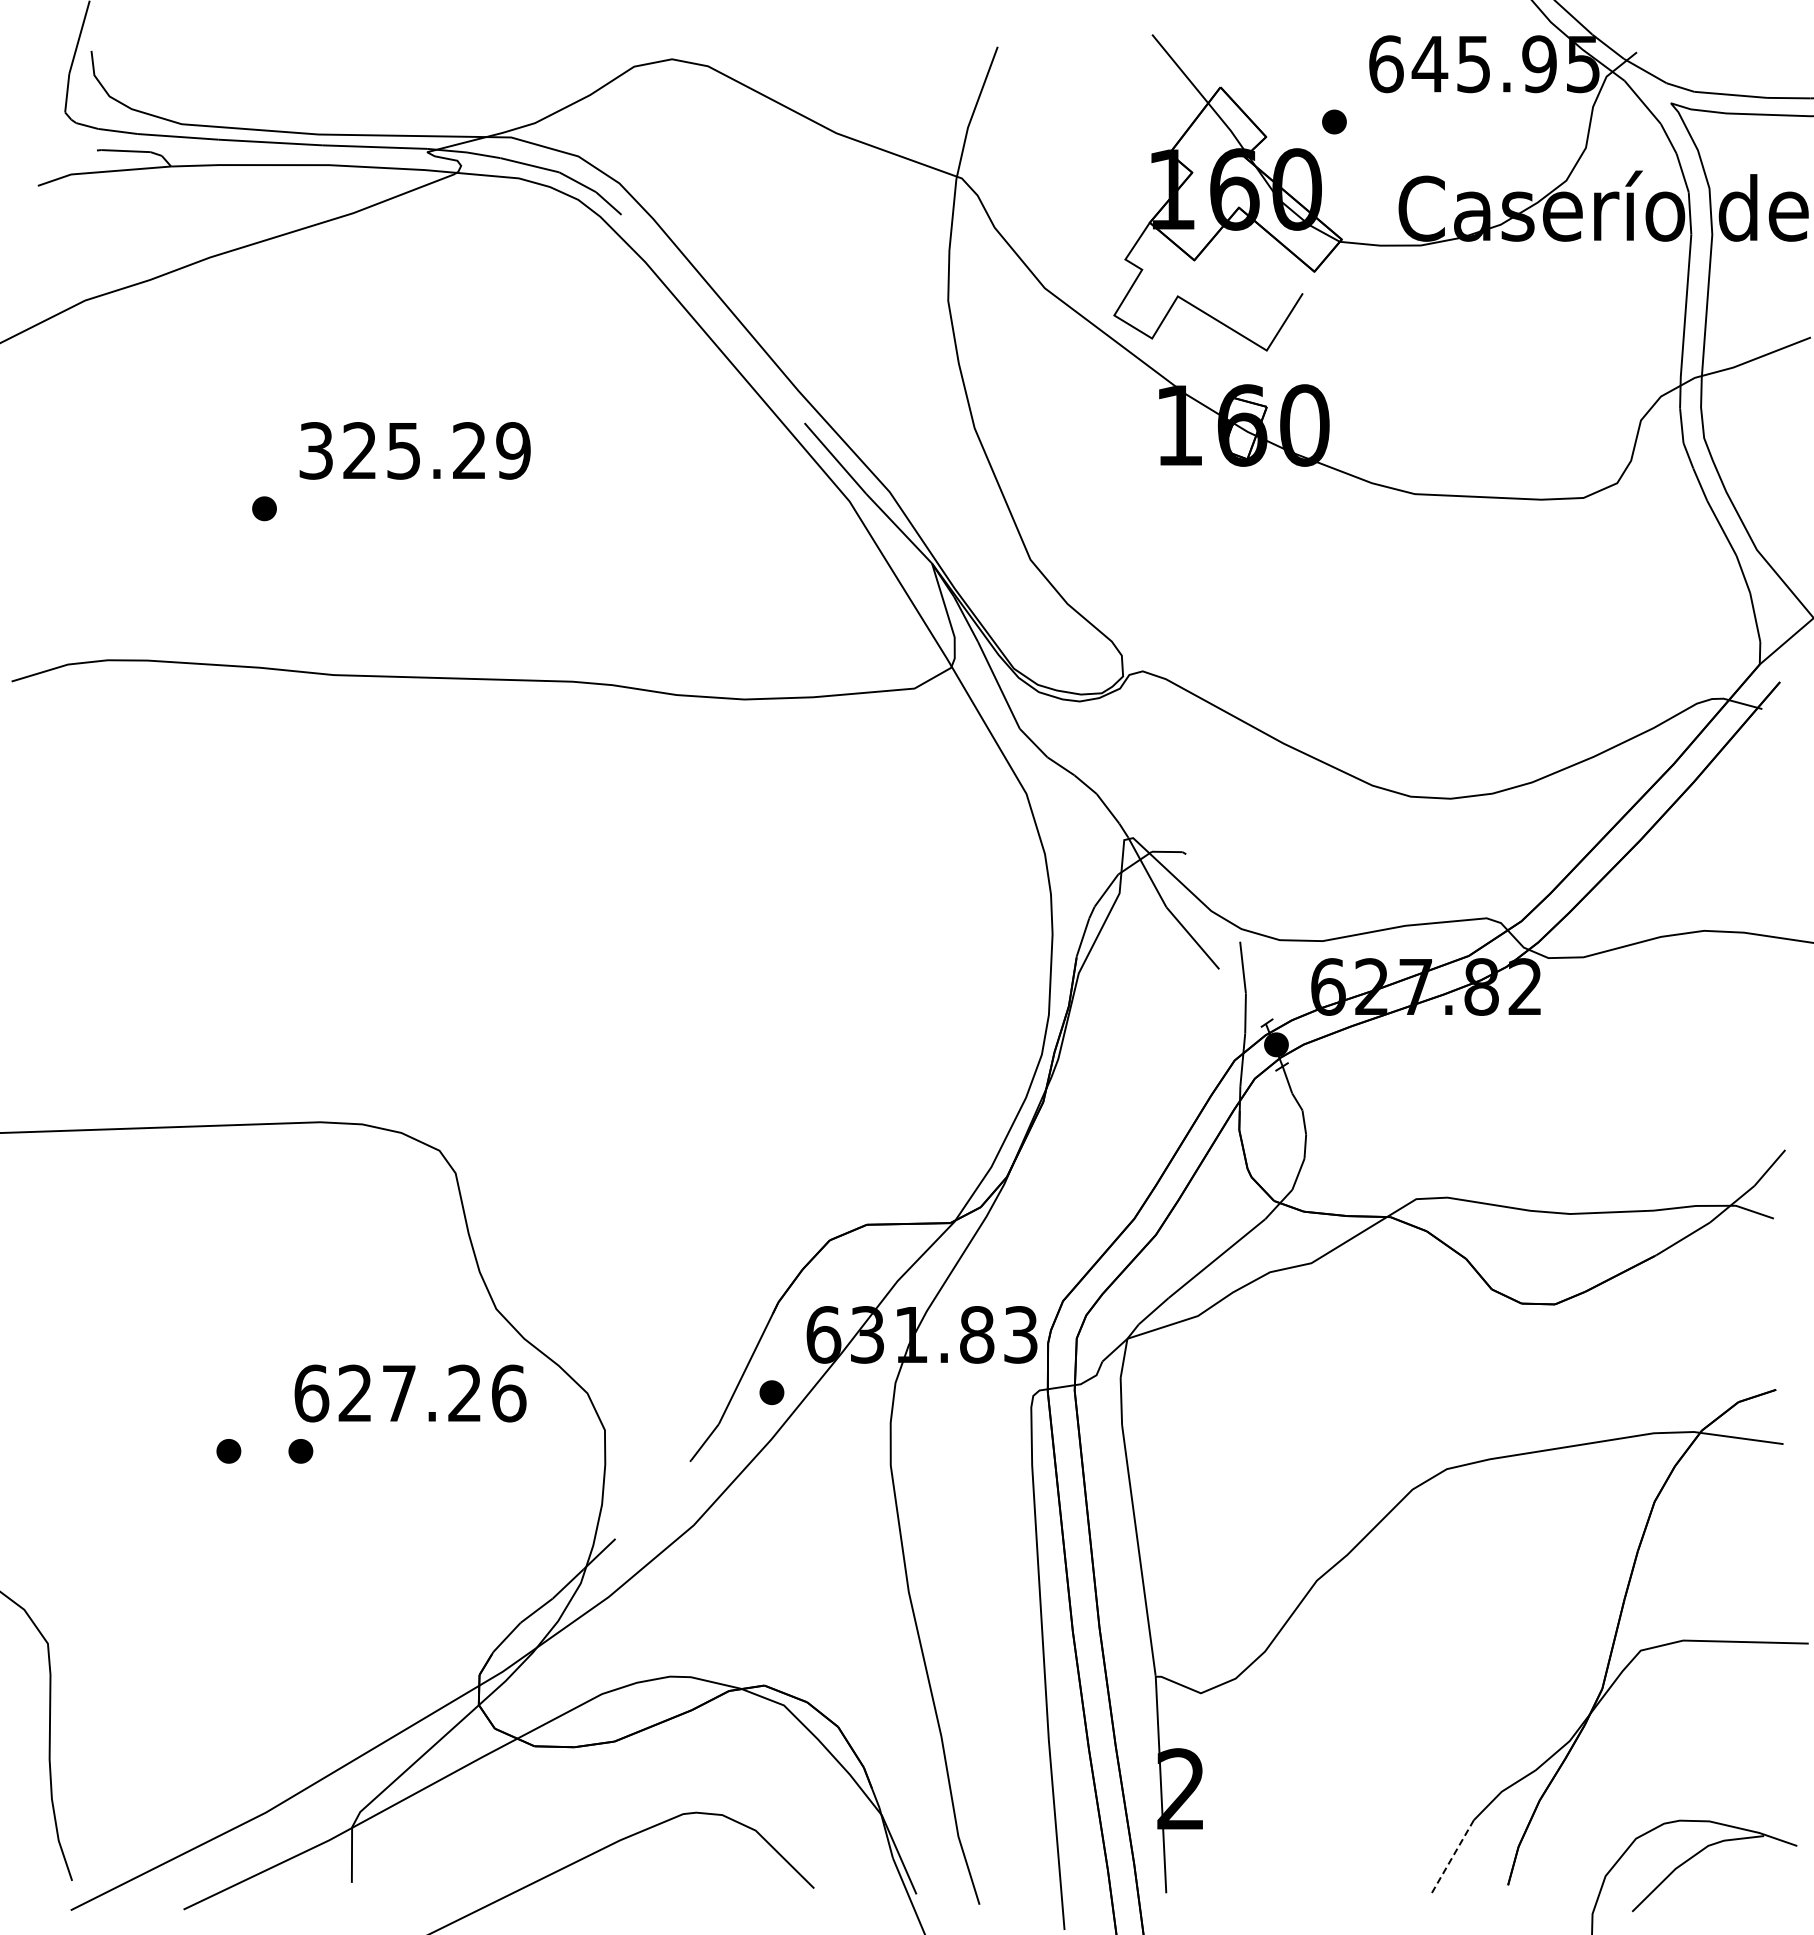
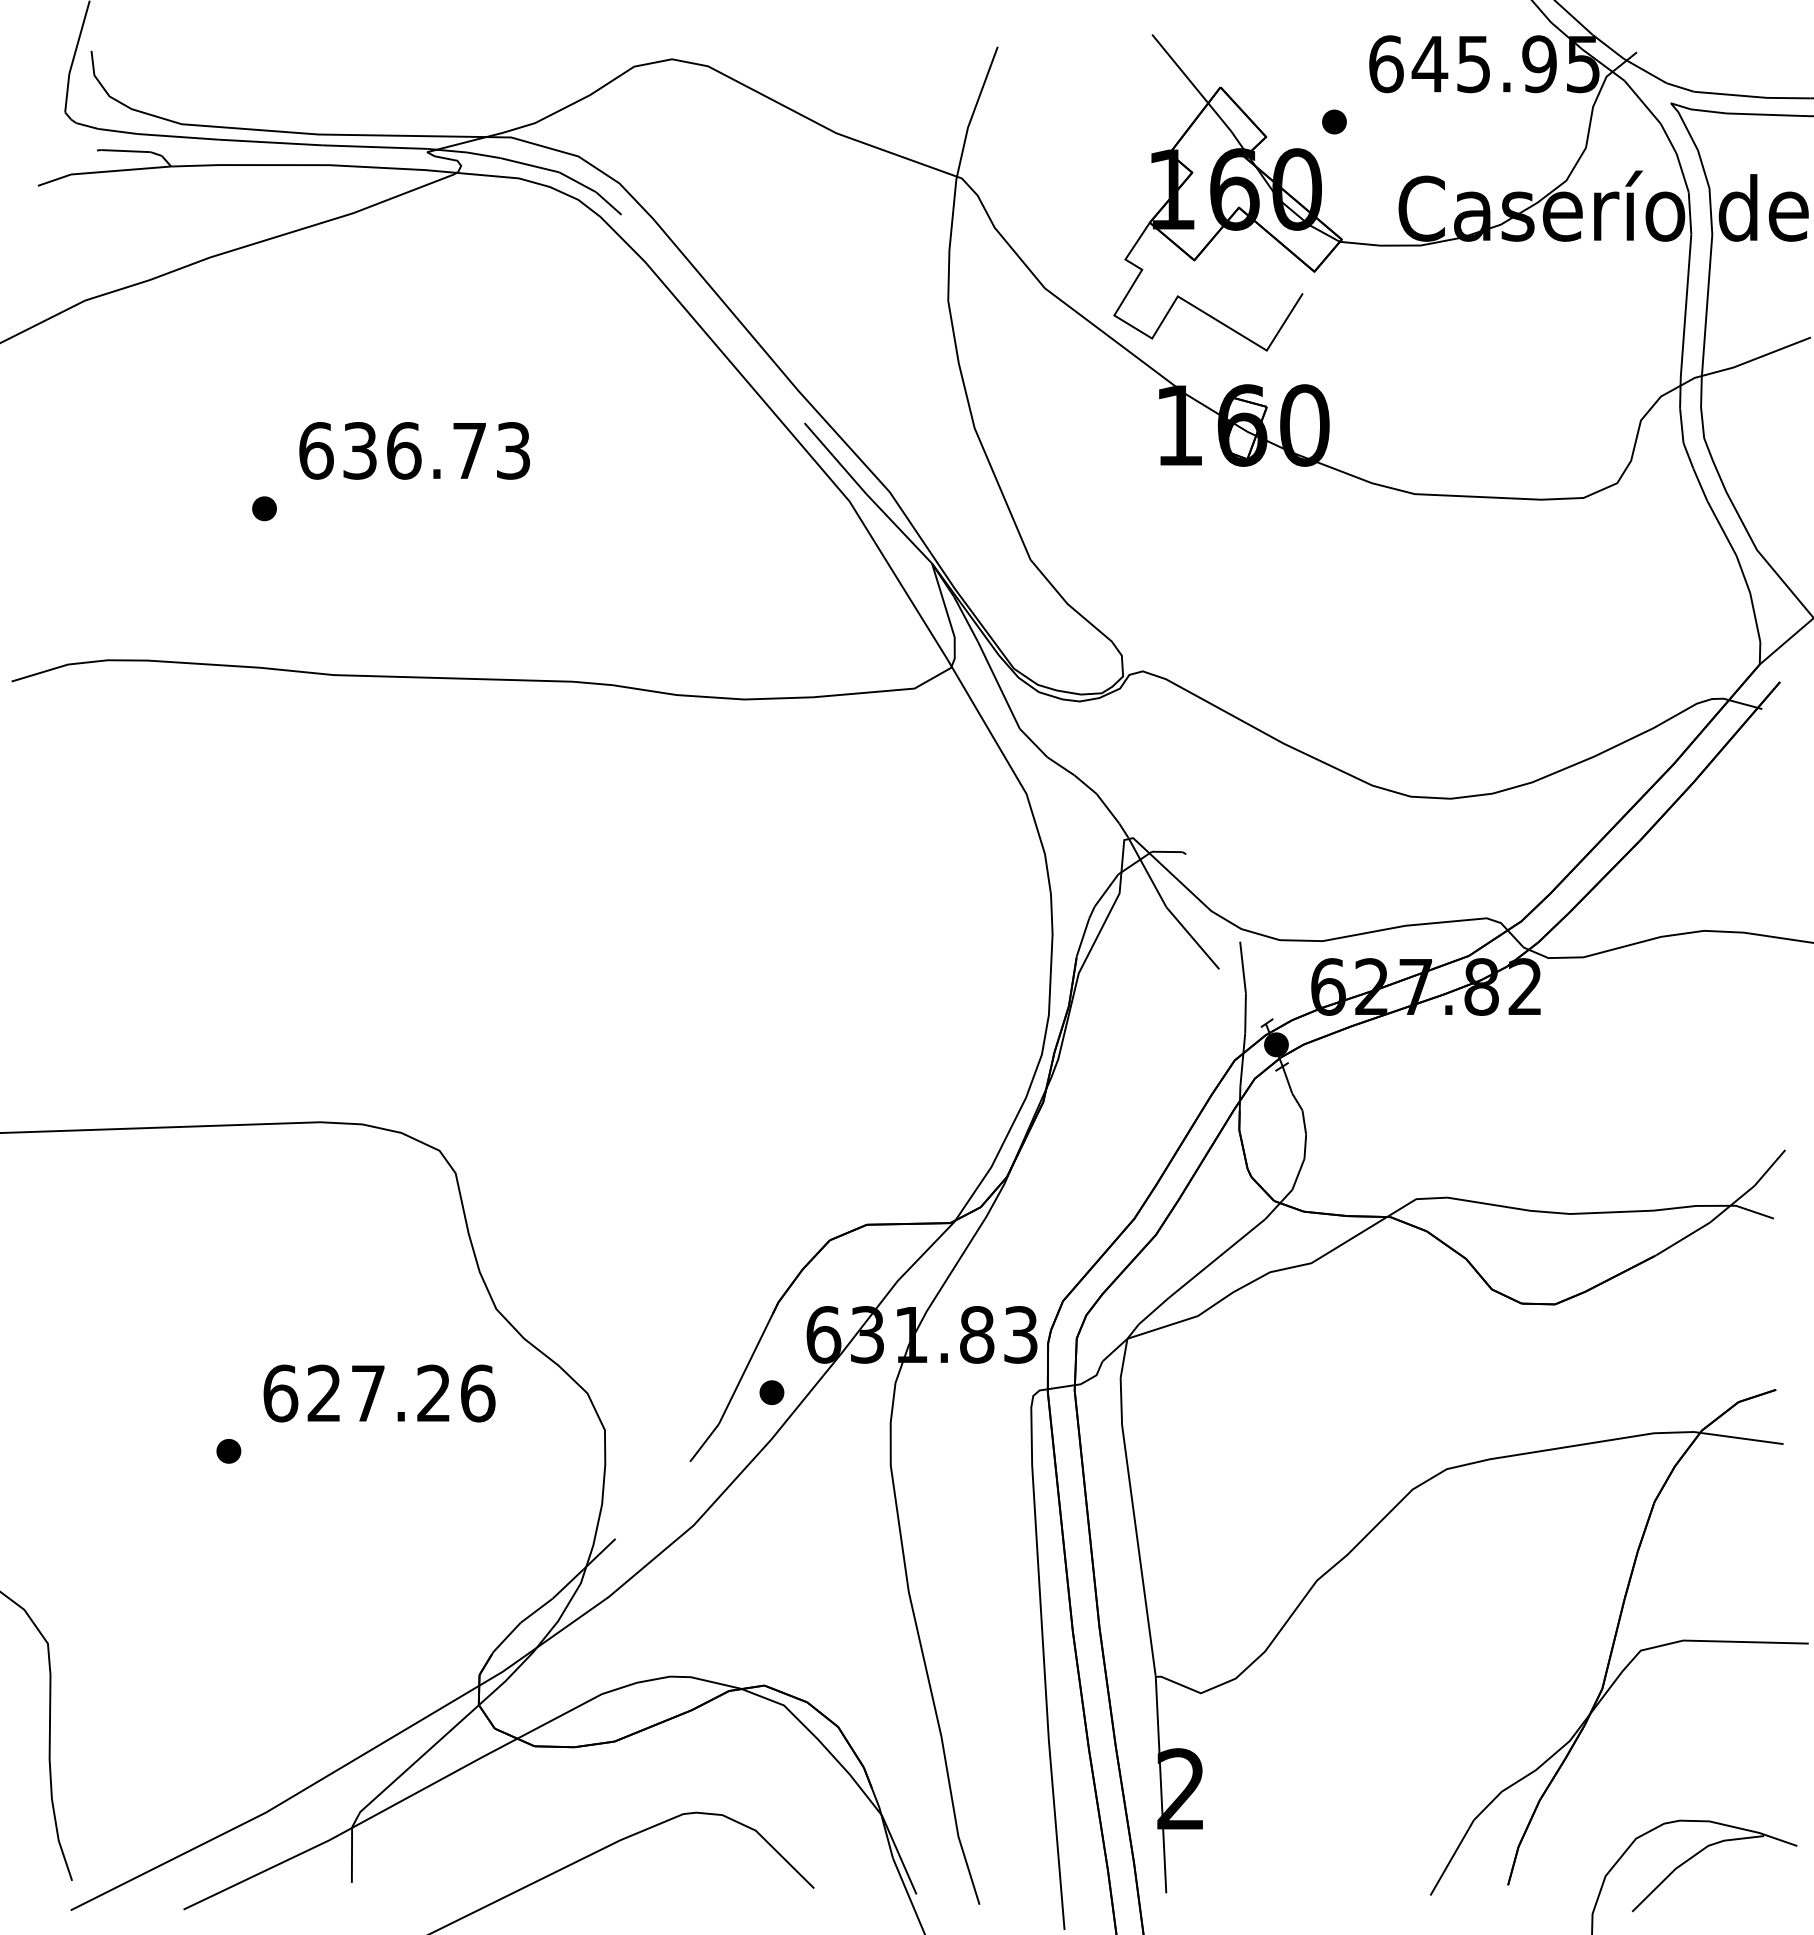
text at (414, 450): 325.29 -> 636.73
text at (410, 1393) position: (410, 1393) -> (379, 1393)
part at (300, 1451): present -> none
line at (1451, 1858): dashed -> solid
